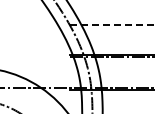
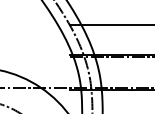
line at (113, 24): dashed -> solid
